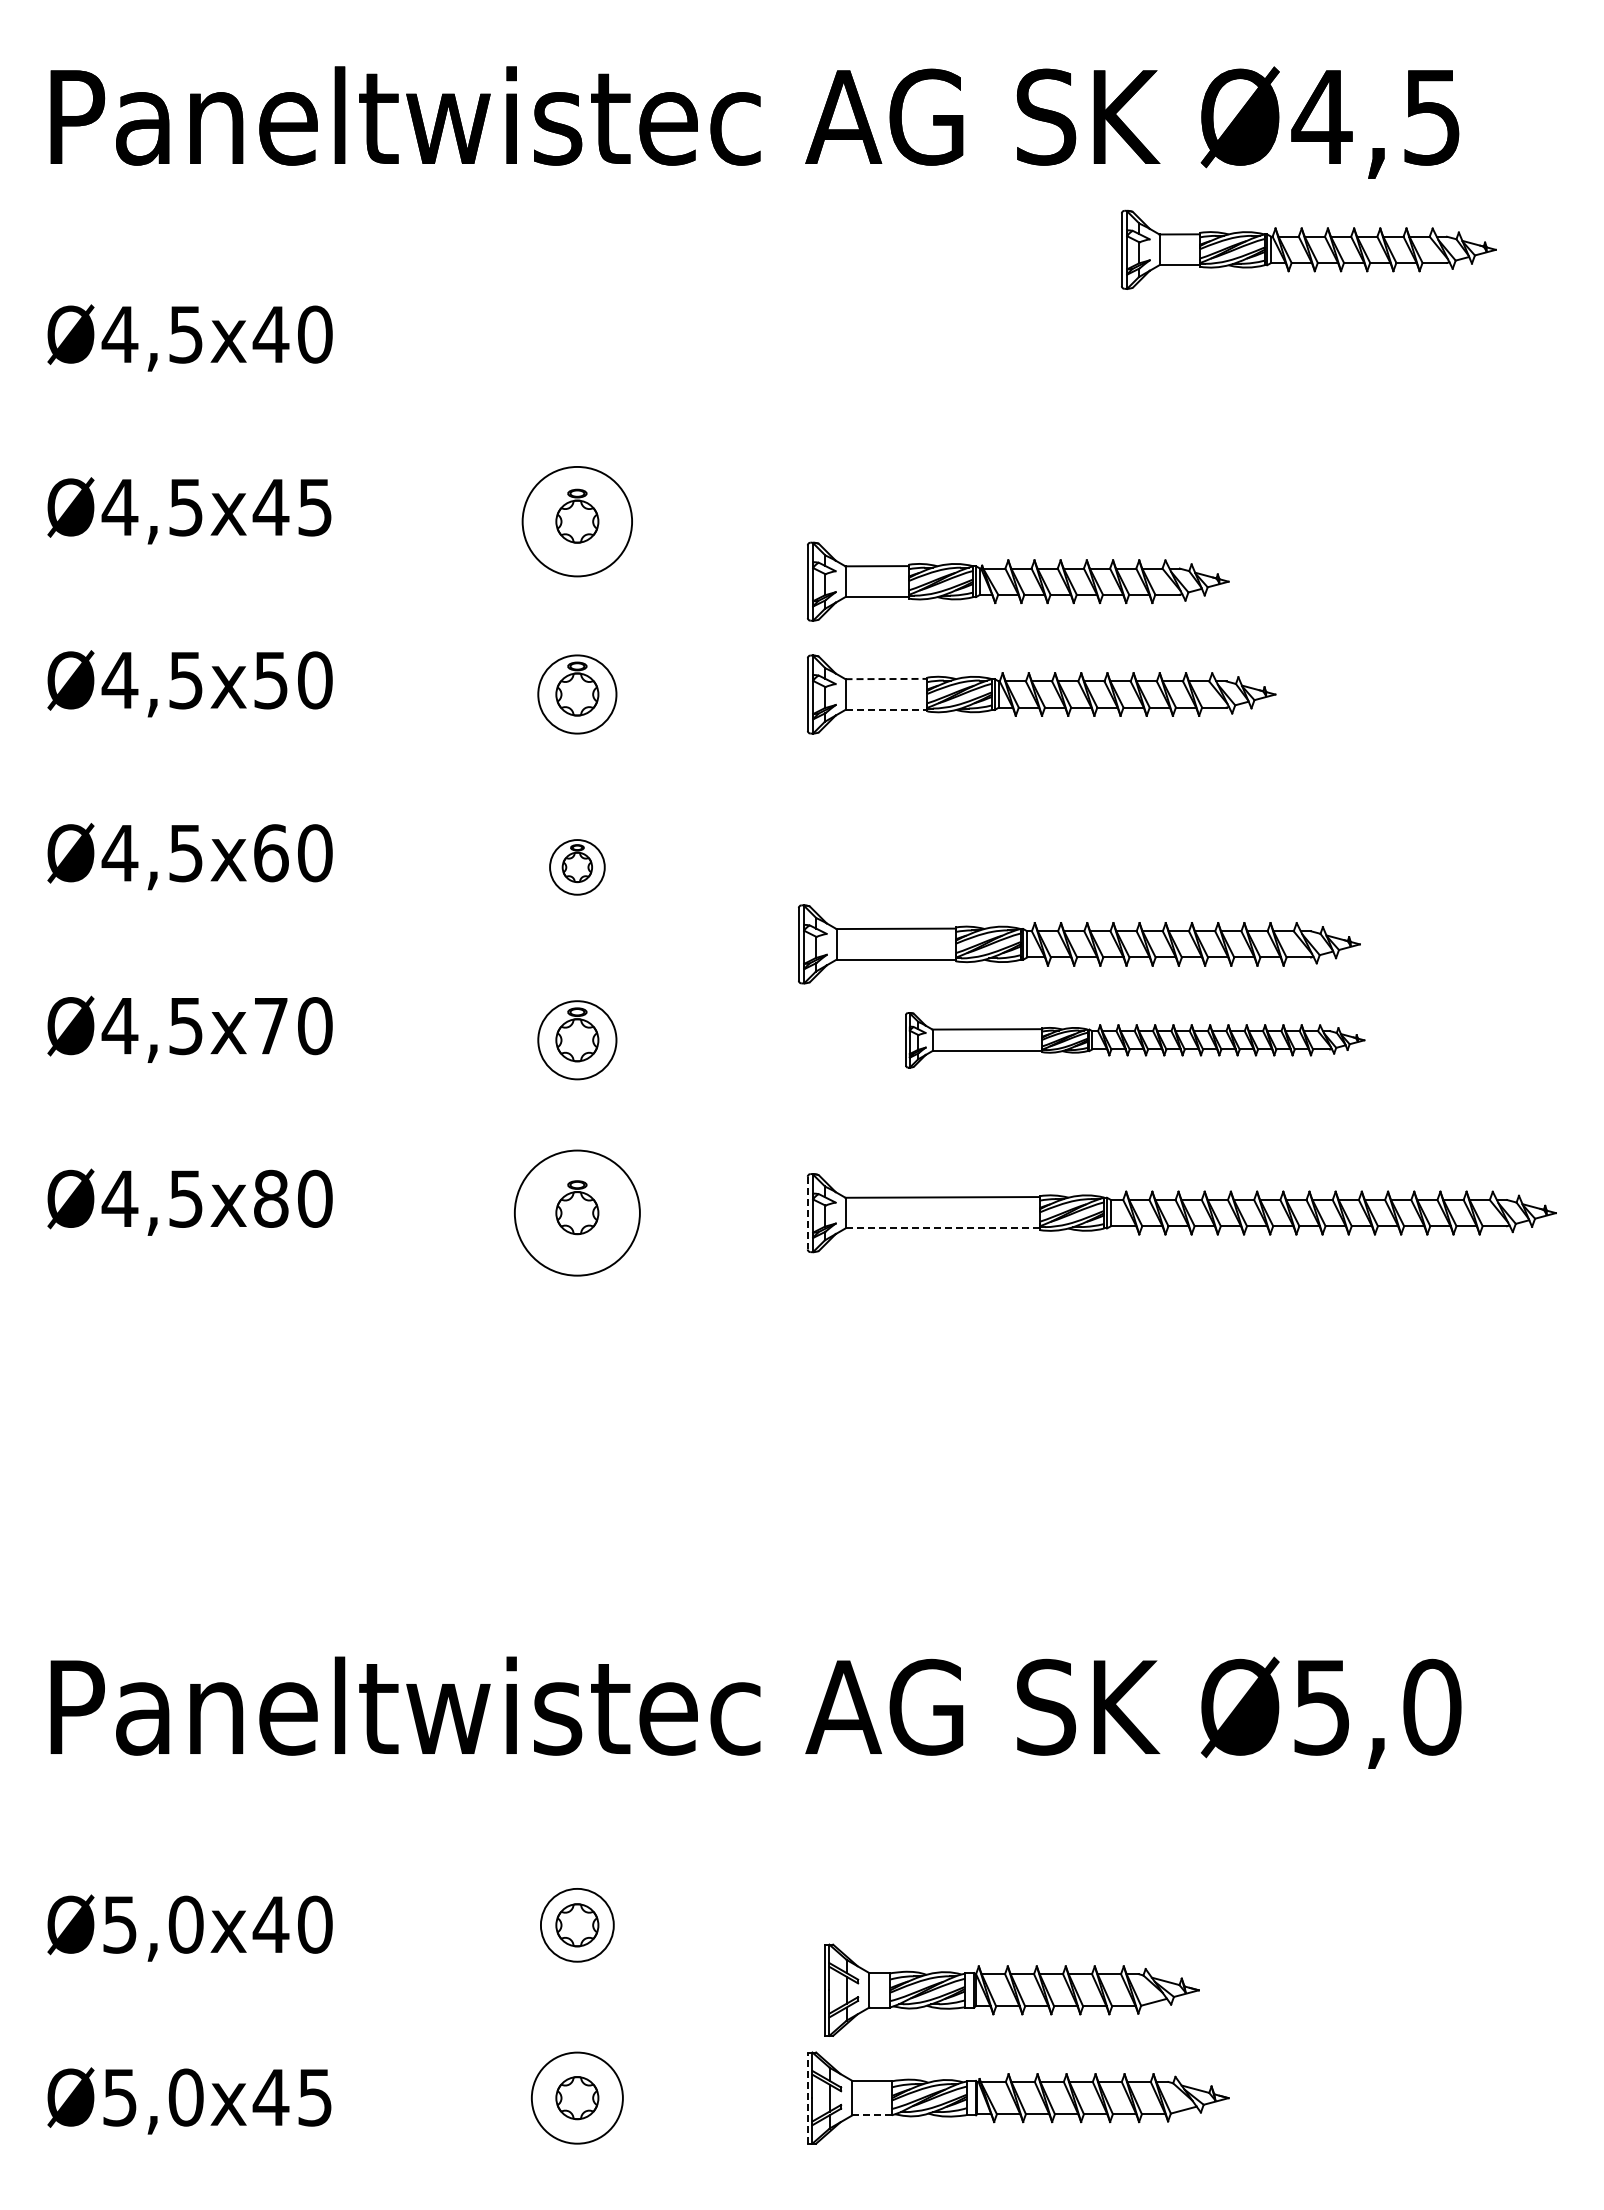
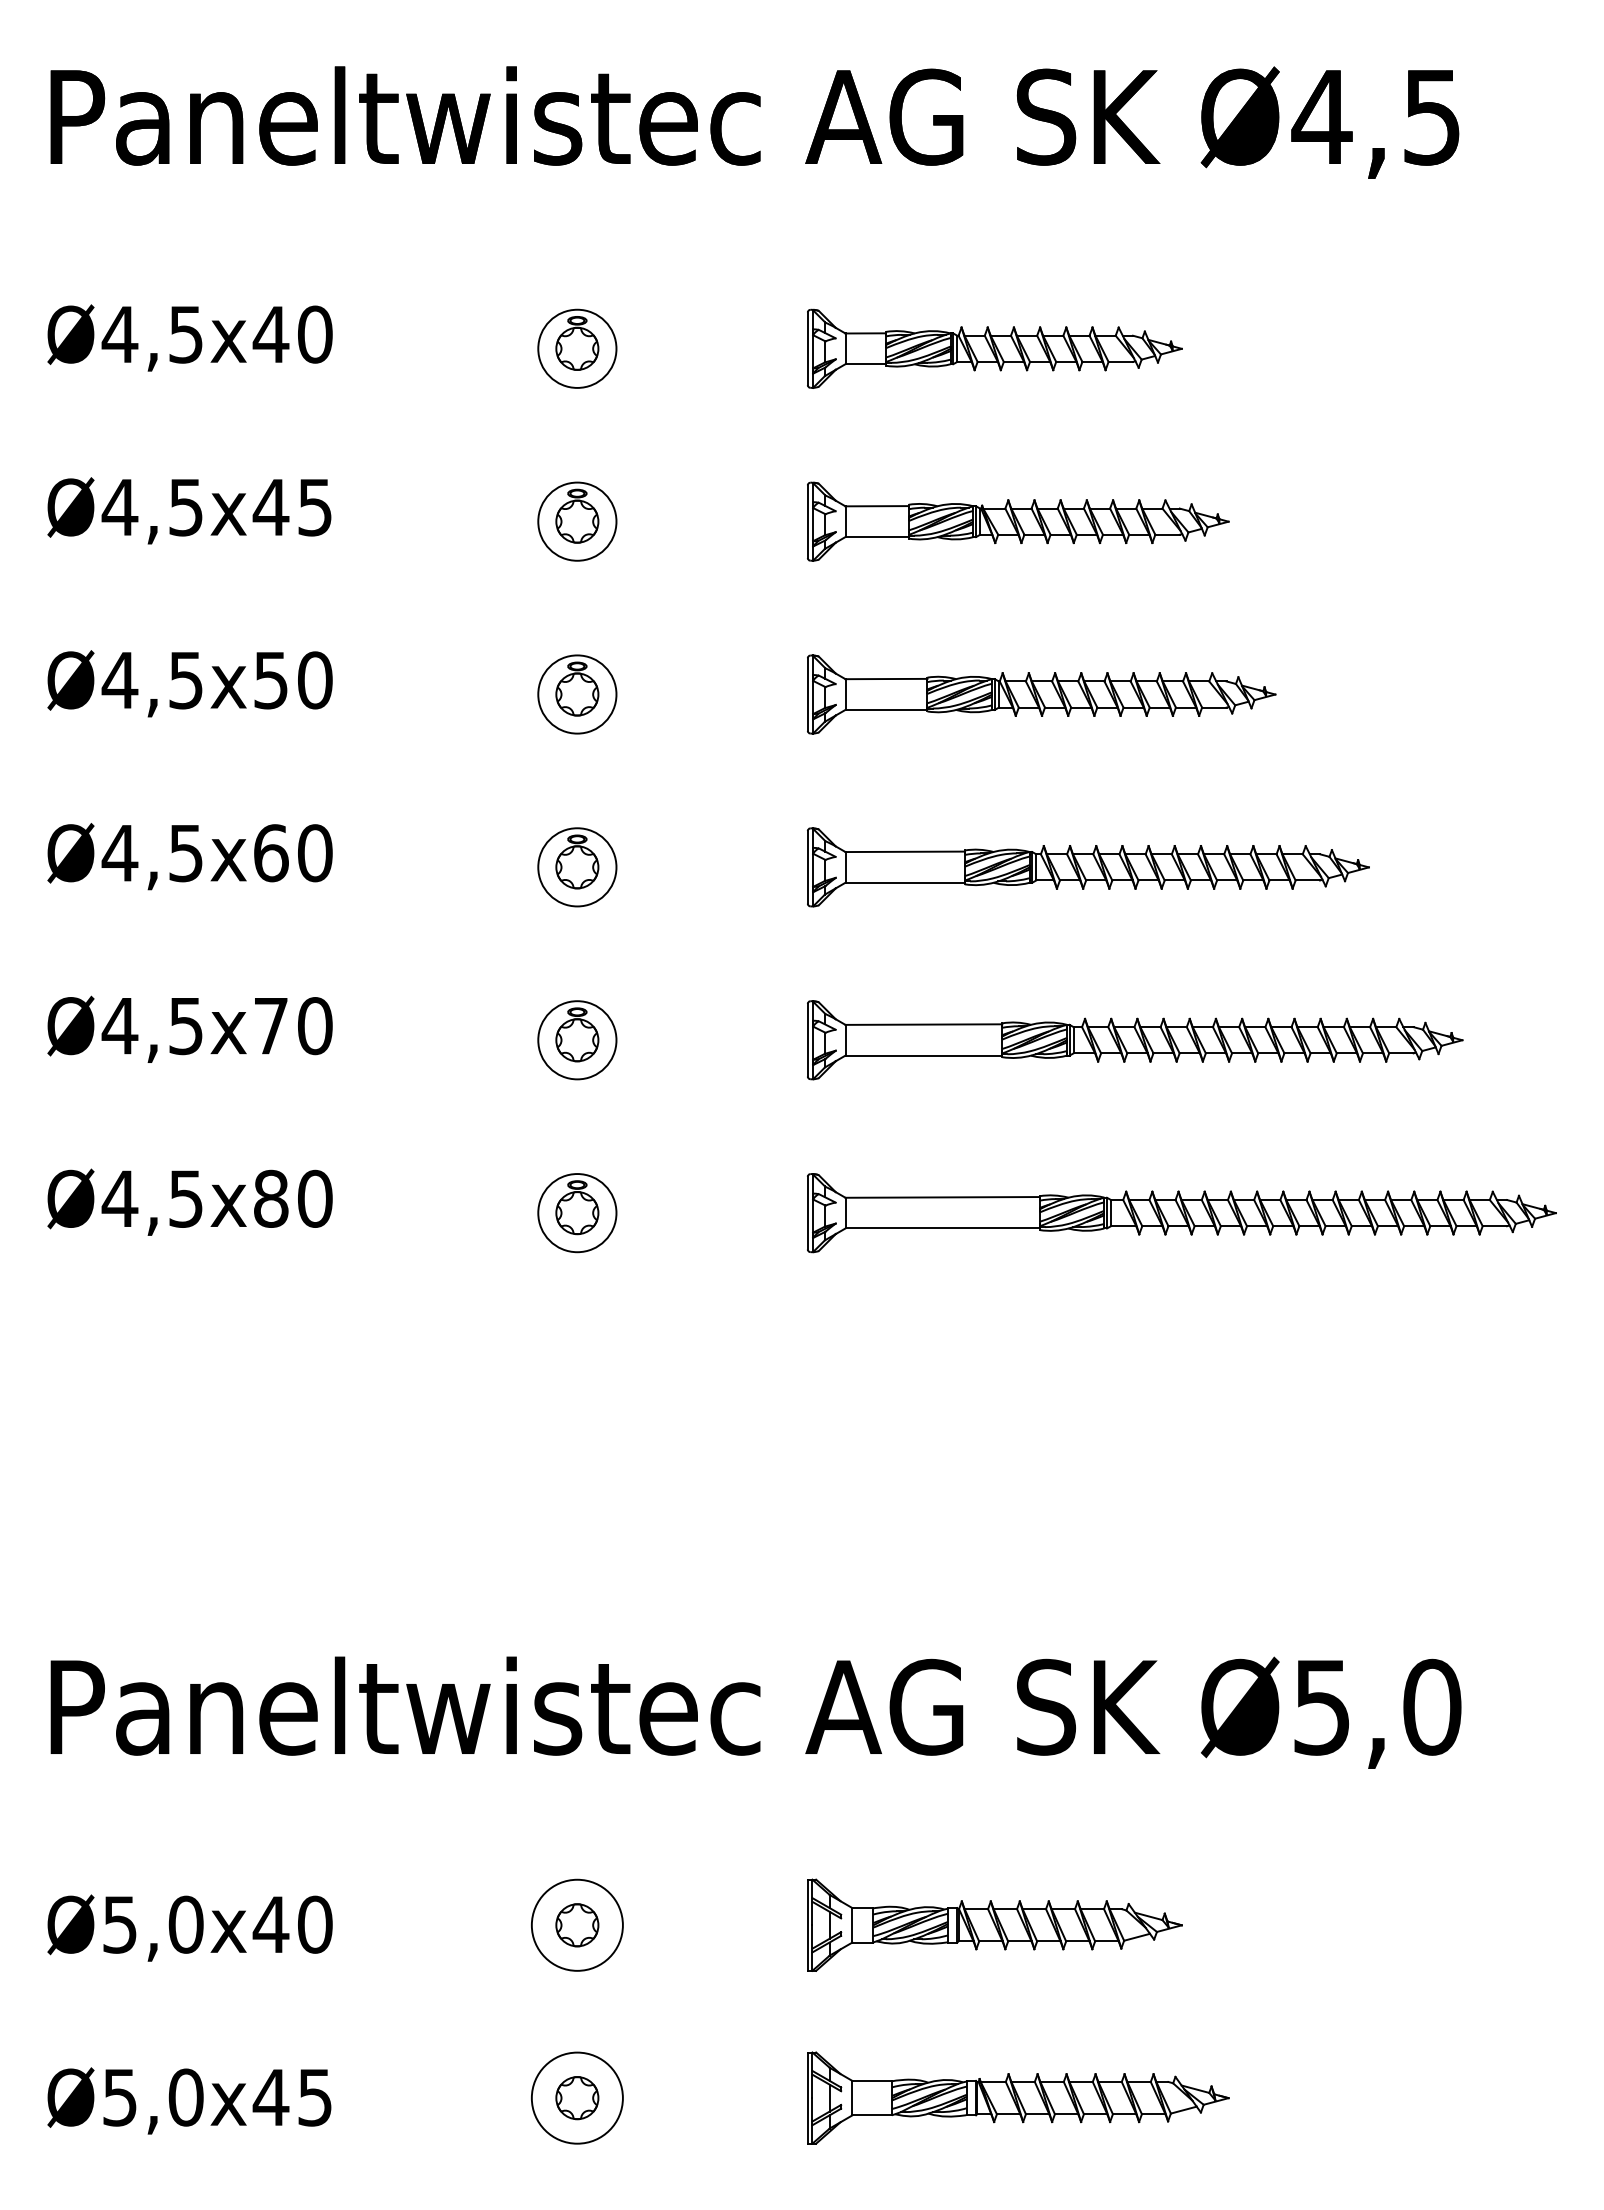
part at (1308, 249) position: (1308, 249) -> (994, 348)
part at (577, 348): none -> present
circle at (577, 521) diameter: 109 px -> 78 px
part at (1018, 581) position: (1018, 581) -> (1018, 521)
line at (886, 679): dashed -> solid
line at (886, 709): dashed -> solid
part at (577, 867) size: 57x57 px -> 81x81 px
part at (1079, 944) position: (1079, 944) -> (1088, 867)
part at (1135, 1040) size: 461x57 px -> 657x81 px
circle at (576, 1212) diameter: 125 px -> 78 px
line at (807, 1213): dashed -> solid
line at (943, 1228): dashed -> solid
circle at (576, 1924) diameter: 73 px -> 91 px
part at (1011, 1989) position: (1011, 1989) -> (994, 1924)
line at (807, 2098): dashed -> solid
line at (872, 2115): dashed -> solid
